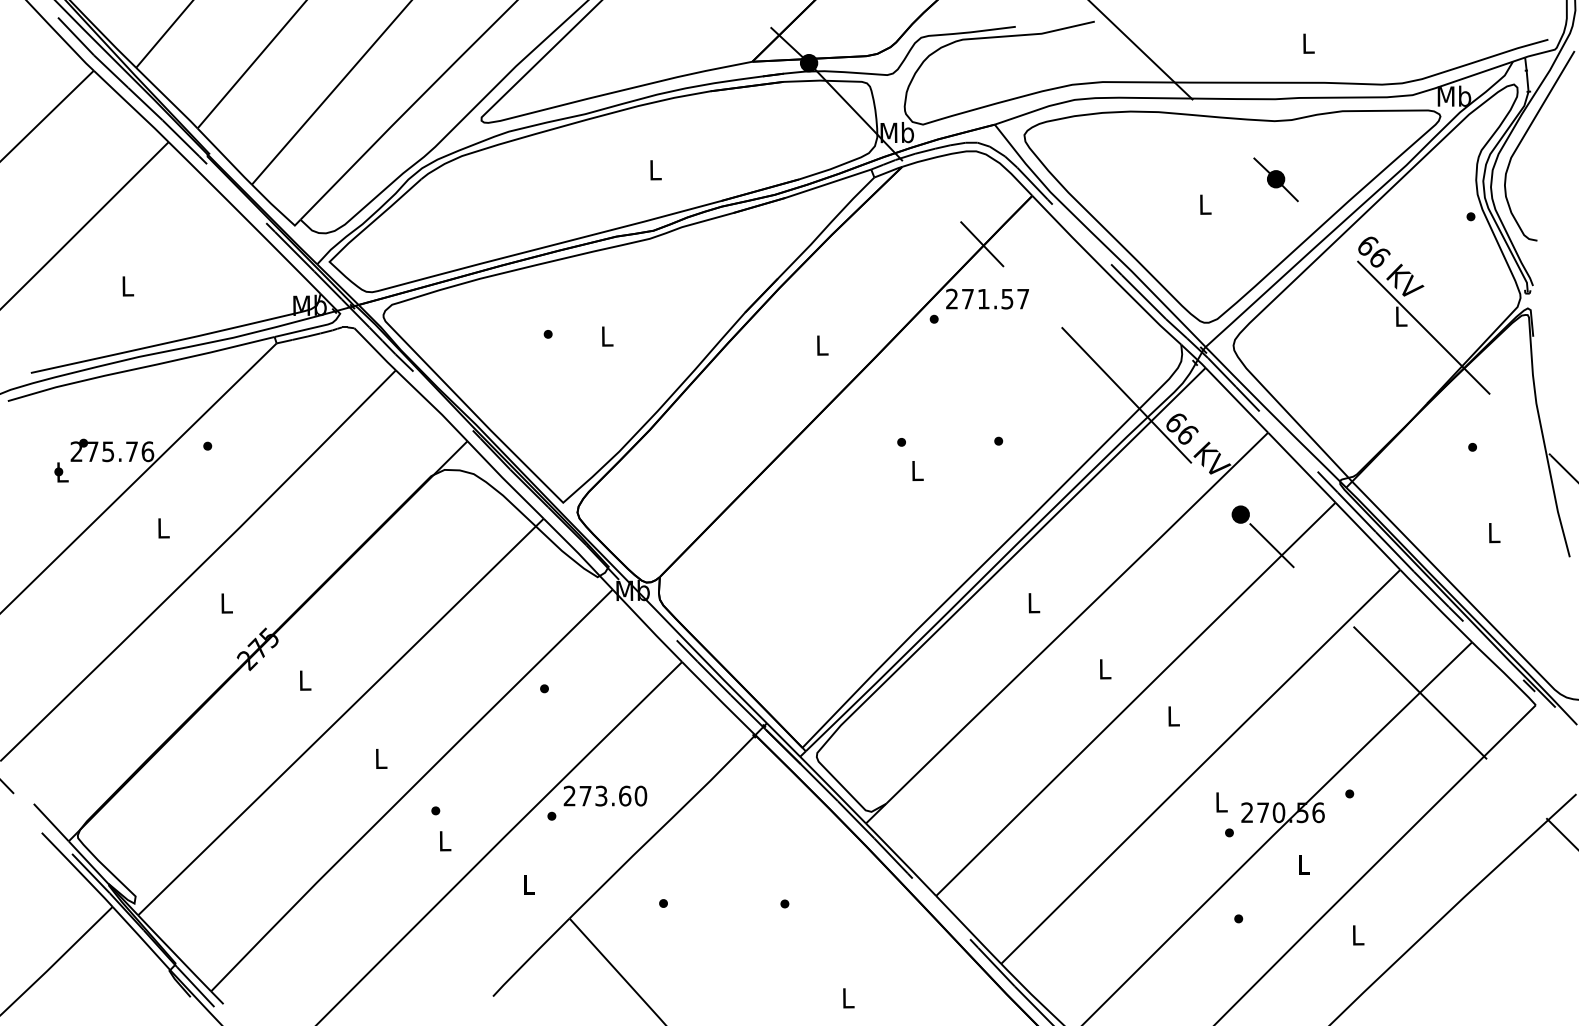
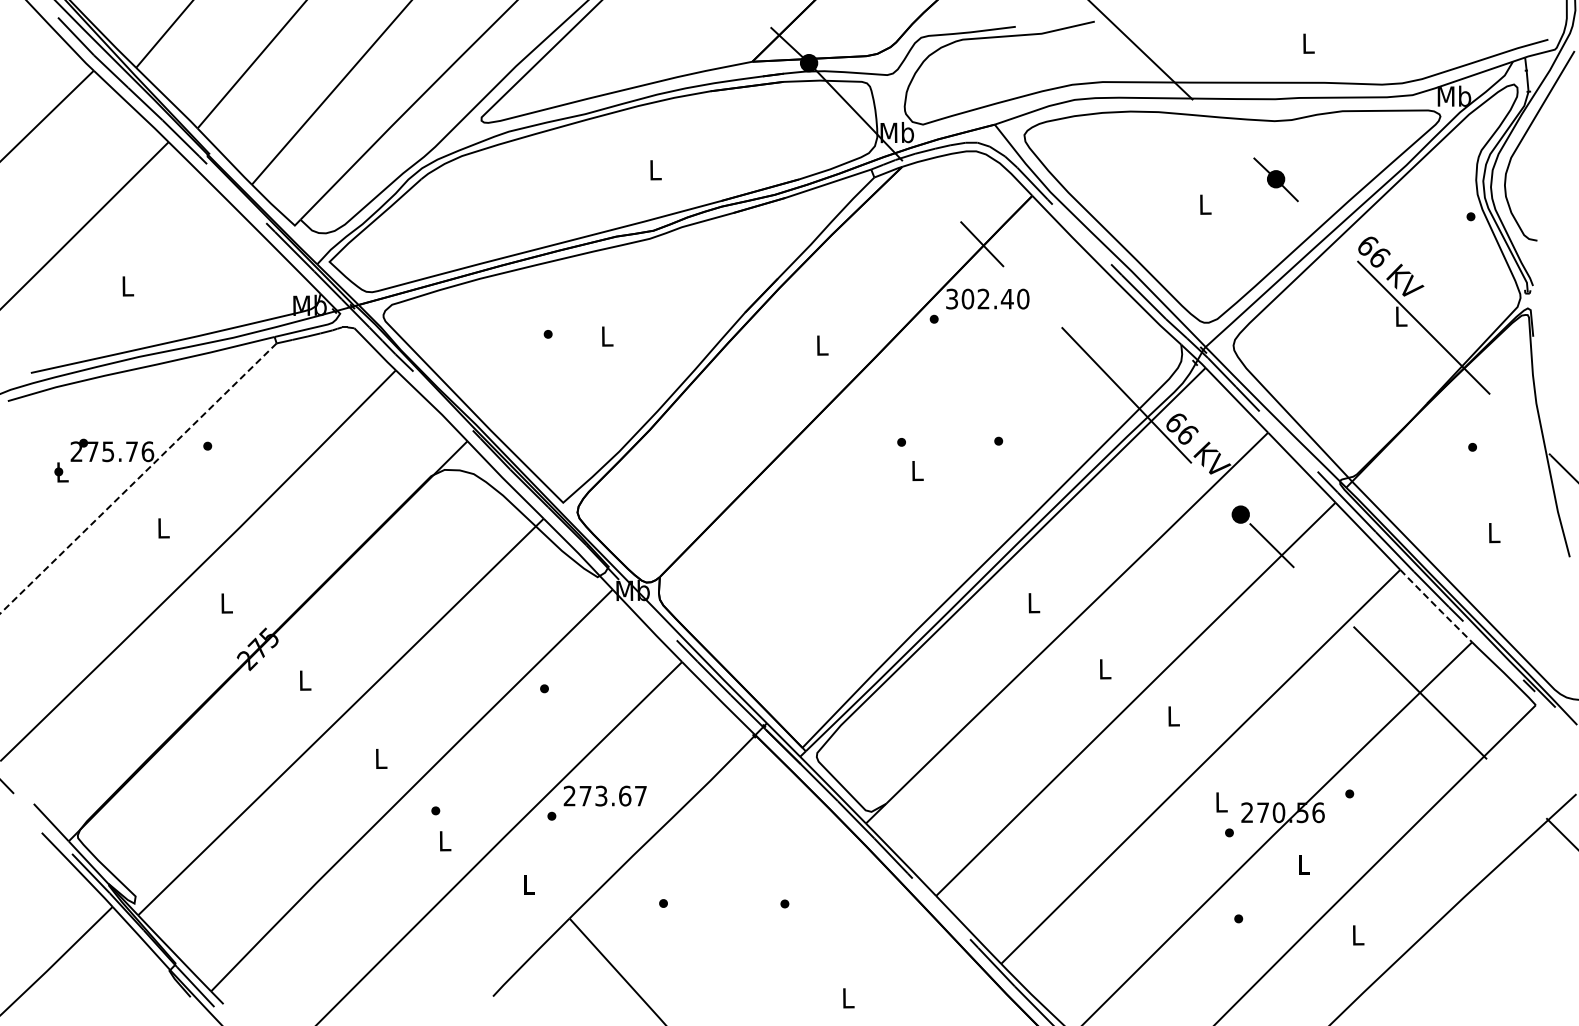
text at (987, 298): 271.57 -> 302.40
line at (137, 479): solid -> dashed
line at (1436, 606): solid -> dashed
text at (640, 795): 273.60 -> 273.67
